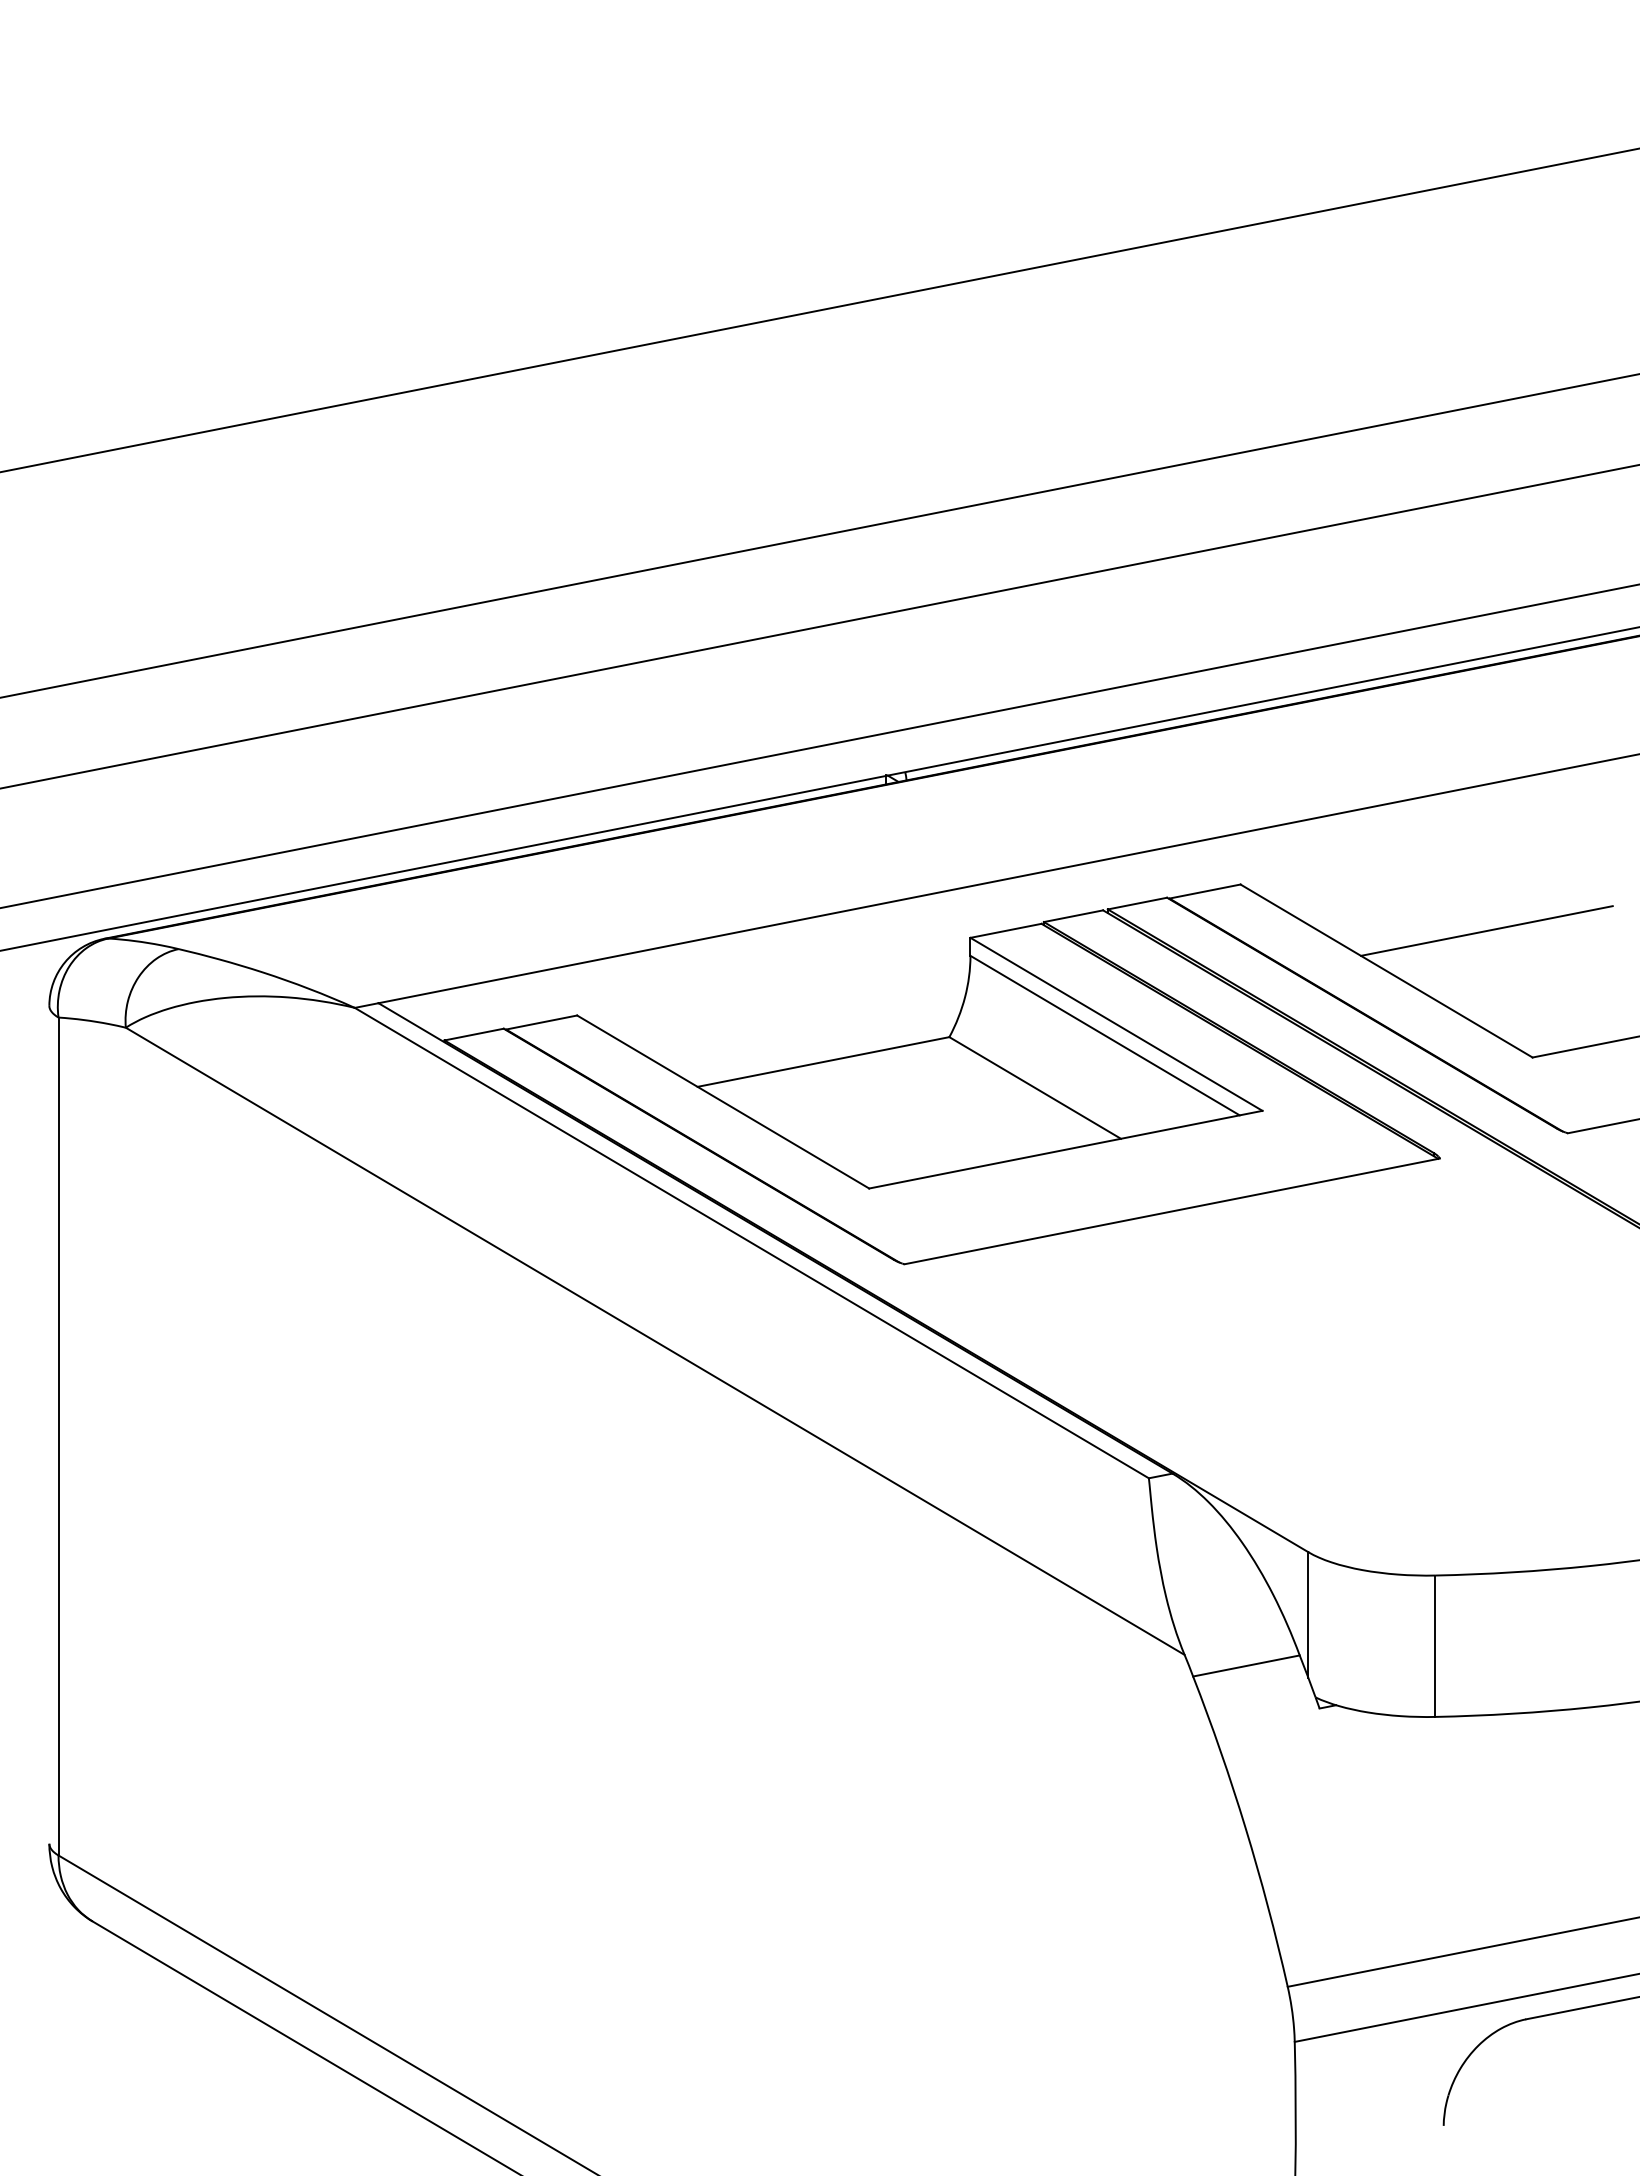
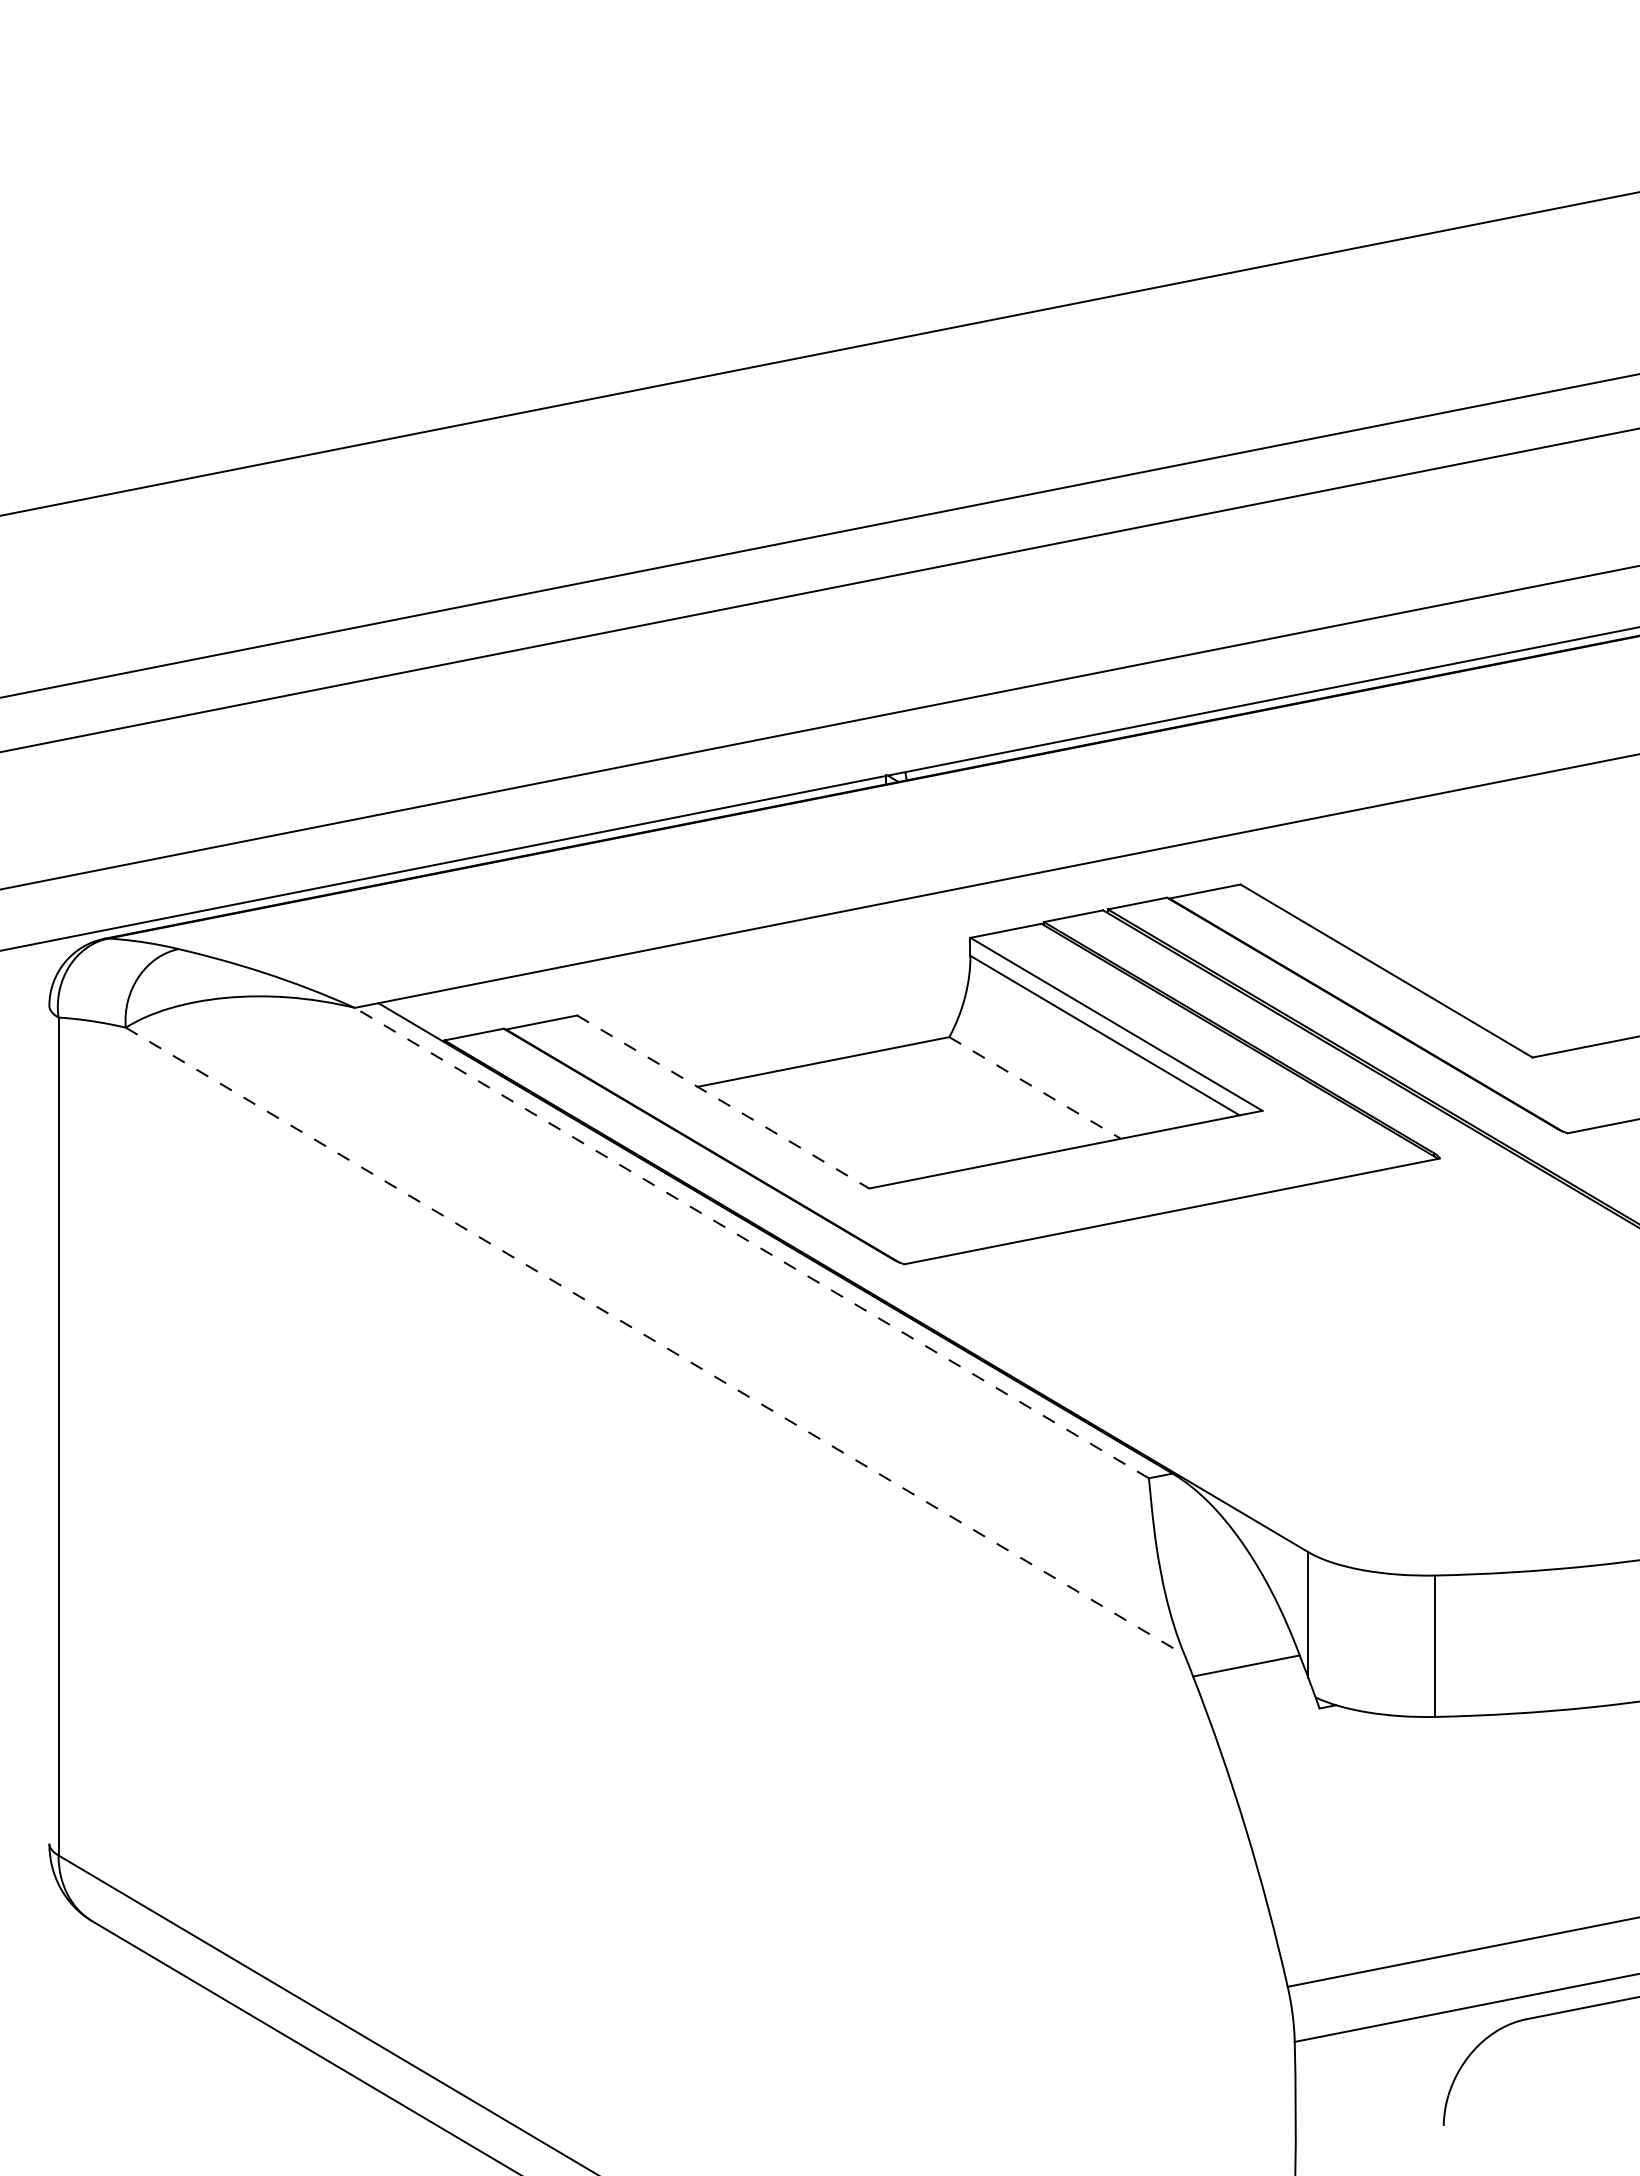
line at (819, 310) position: (819, 310) -> (819, 353)
line at (819, 626) position: (819, 626) -> (819, 590)
line at (819, 746) position: (819, 746) -> (819, 727)
line at (1486, 930): present -> none
line at (1035, 1087): solid -> dashed
line at (723, 1102): solid -> dashed
line at (751, 1242): solid -> dashed
line at (655, 1341): solid -> dashed
